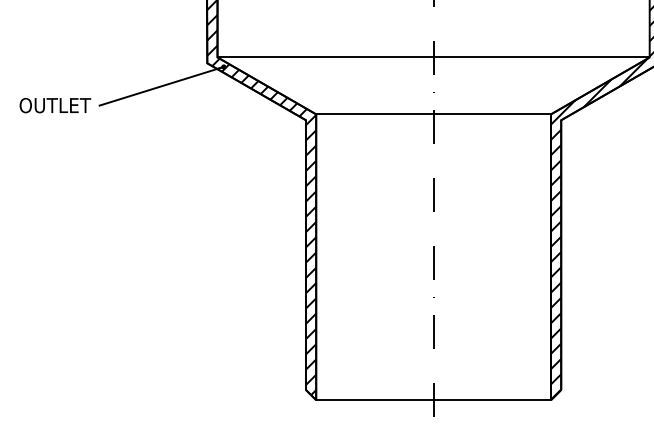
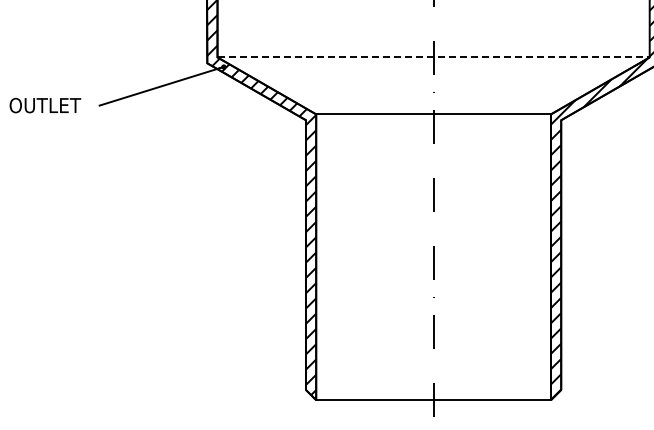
line at (434, 57): solid -> dashed
text at (55, 105) position: (55, 105) -> (45, 105)
